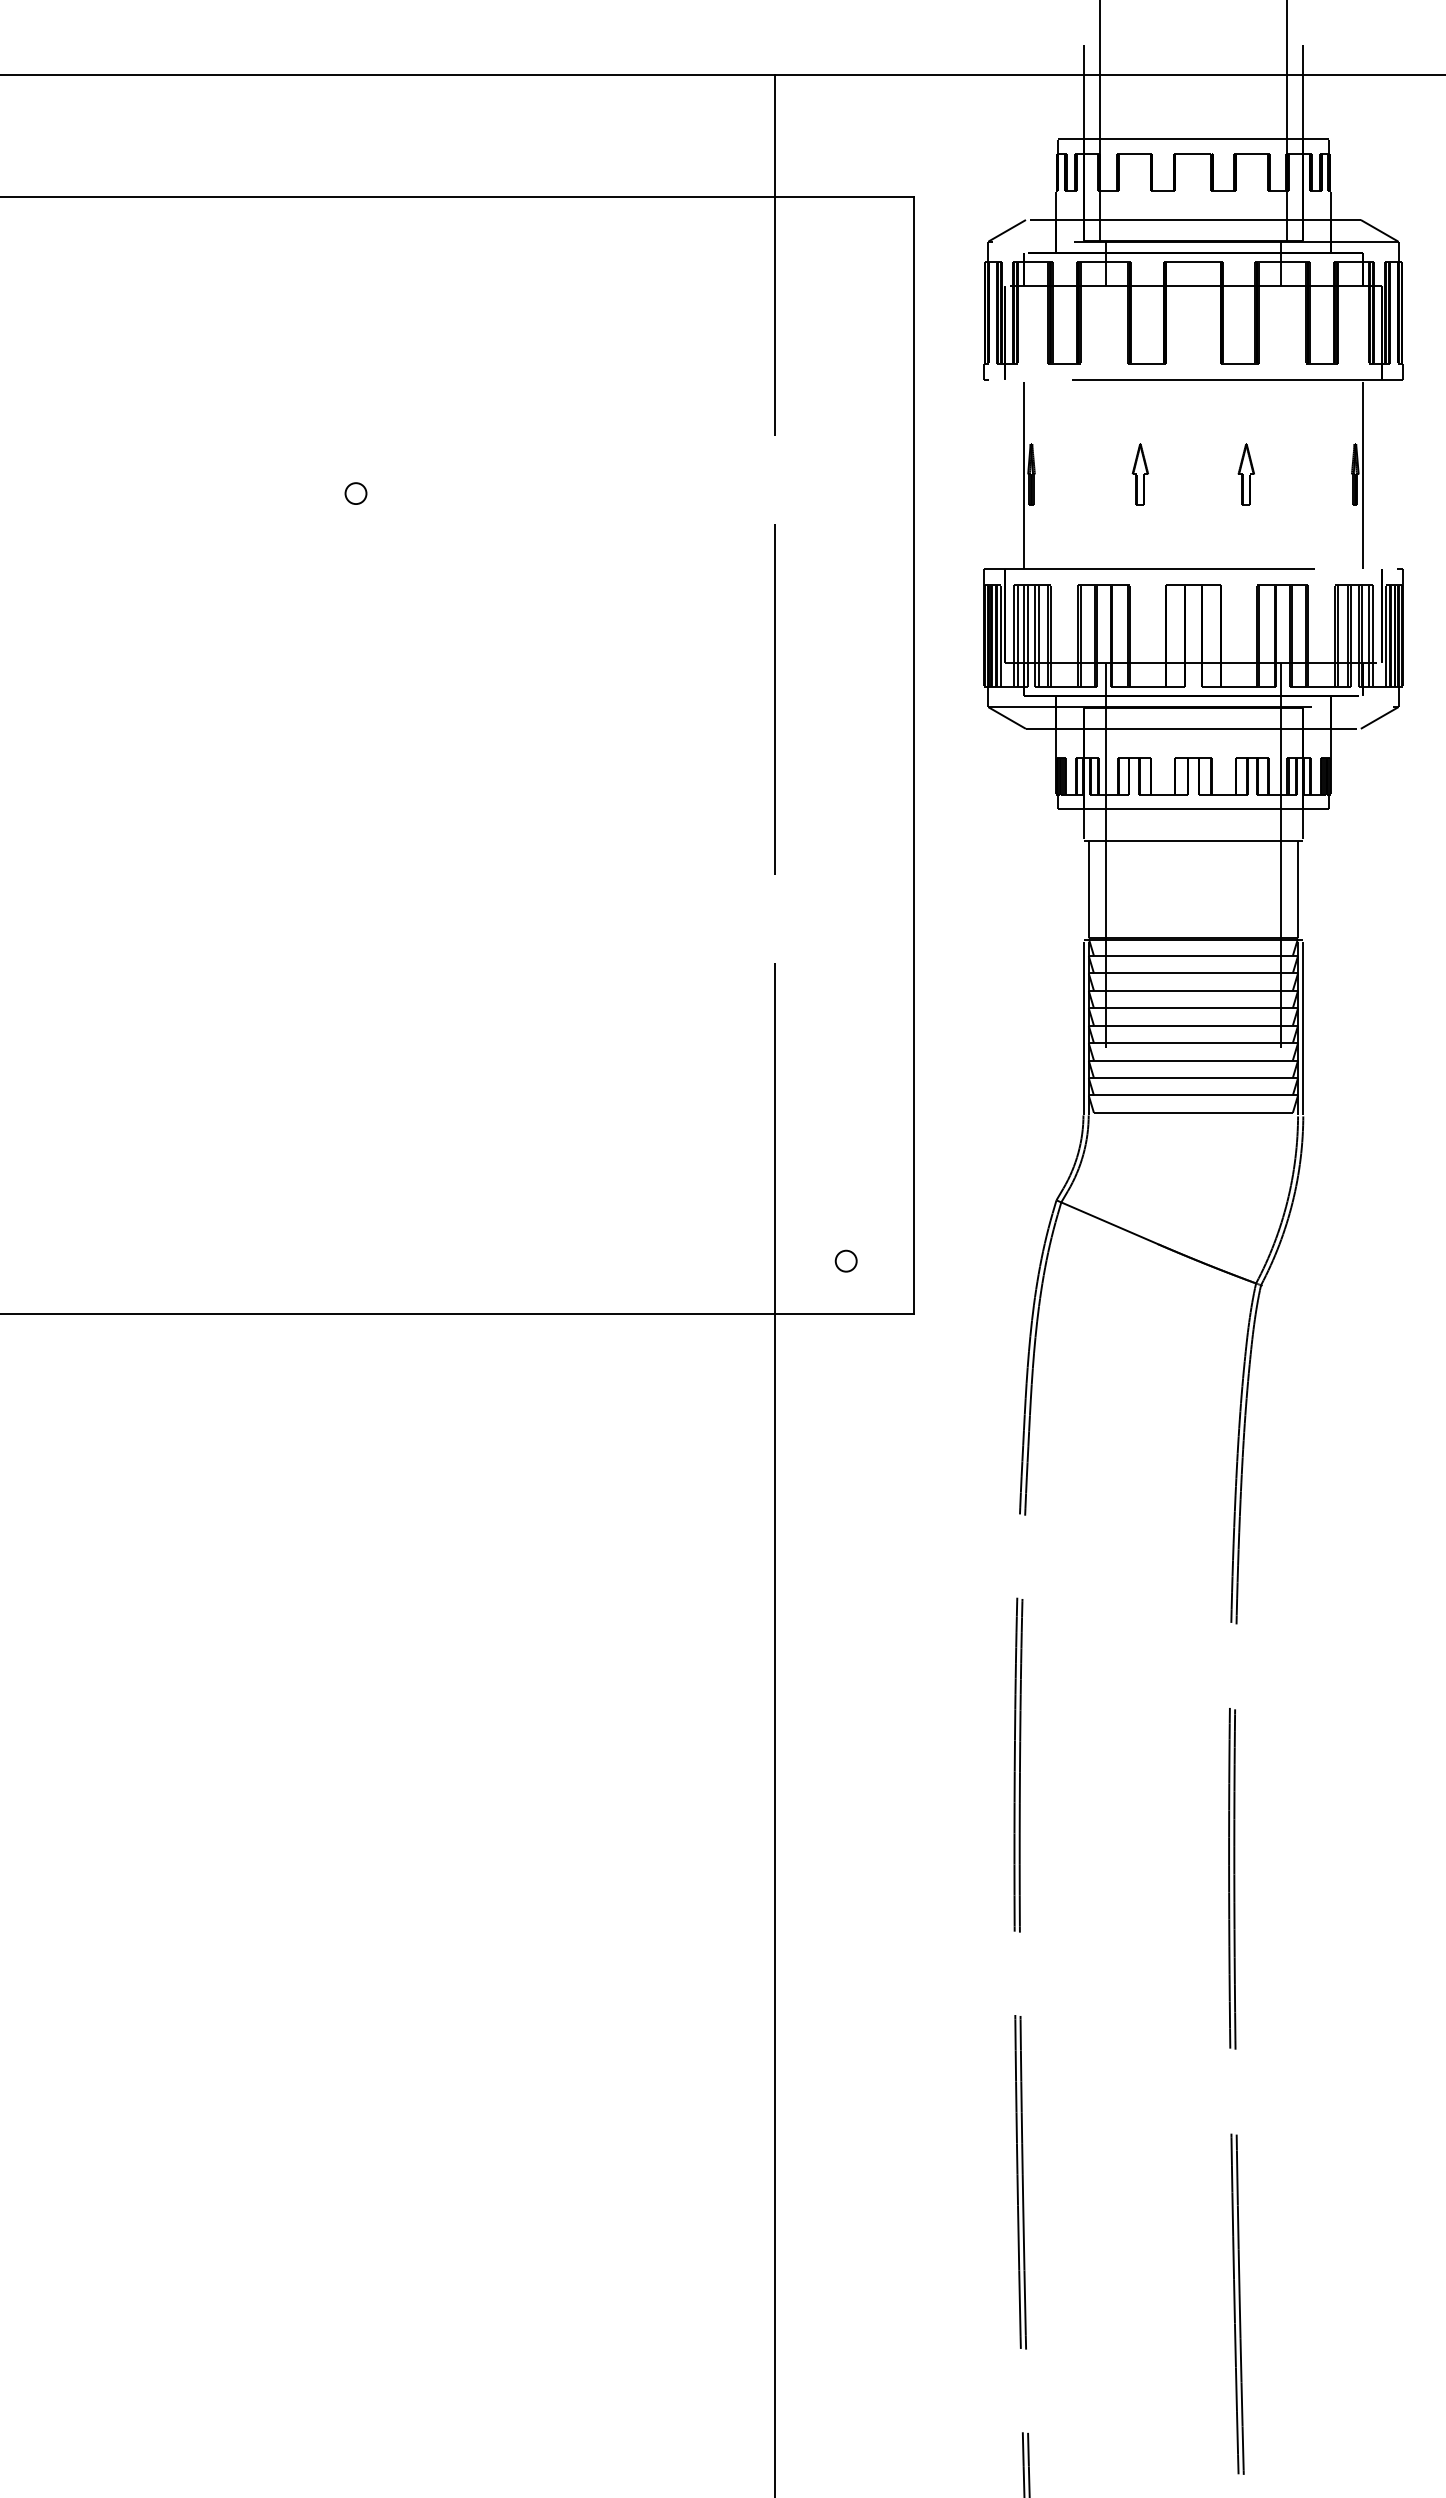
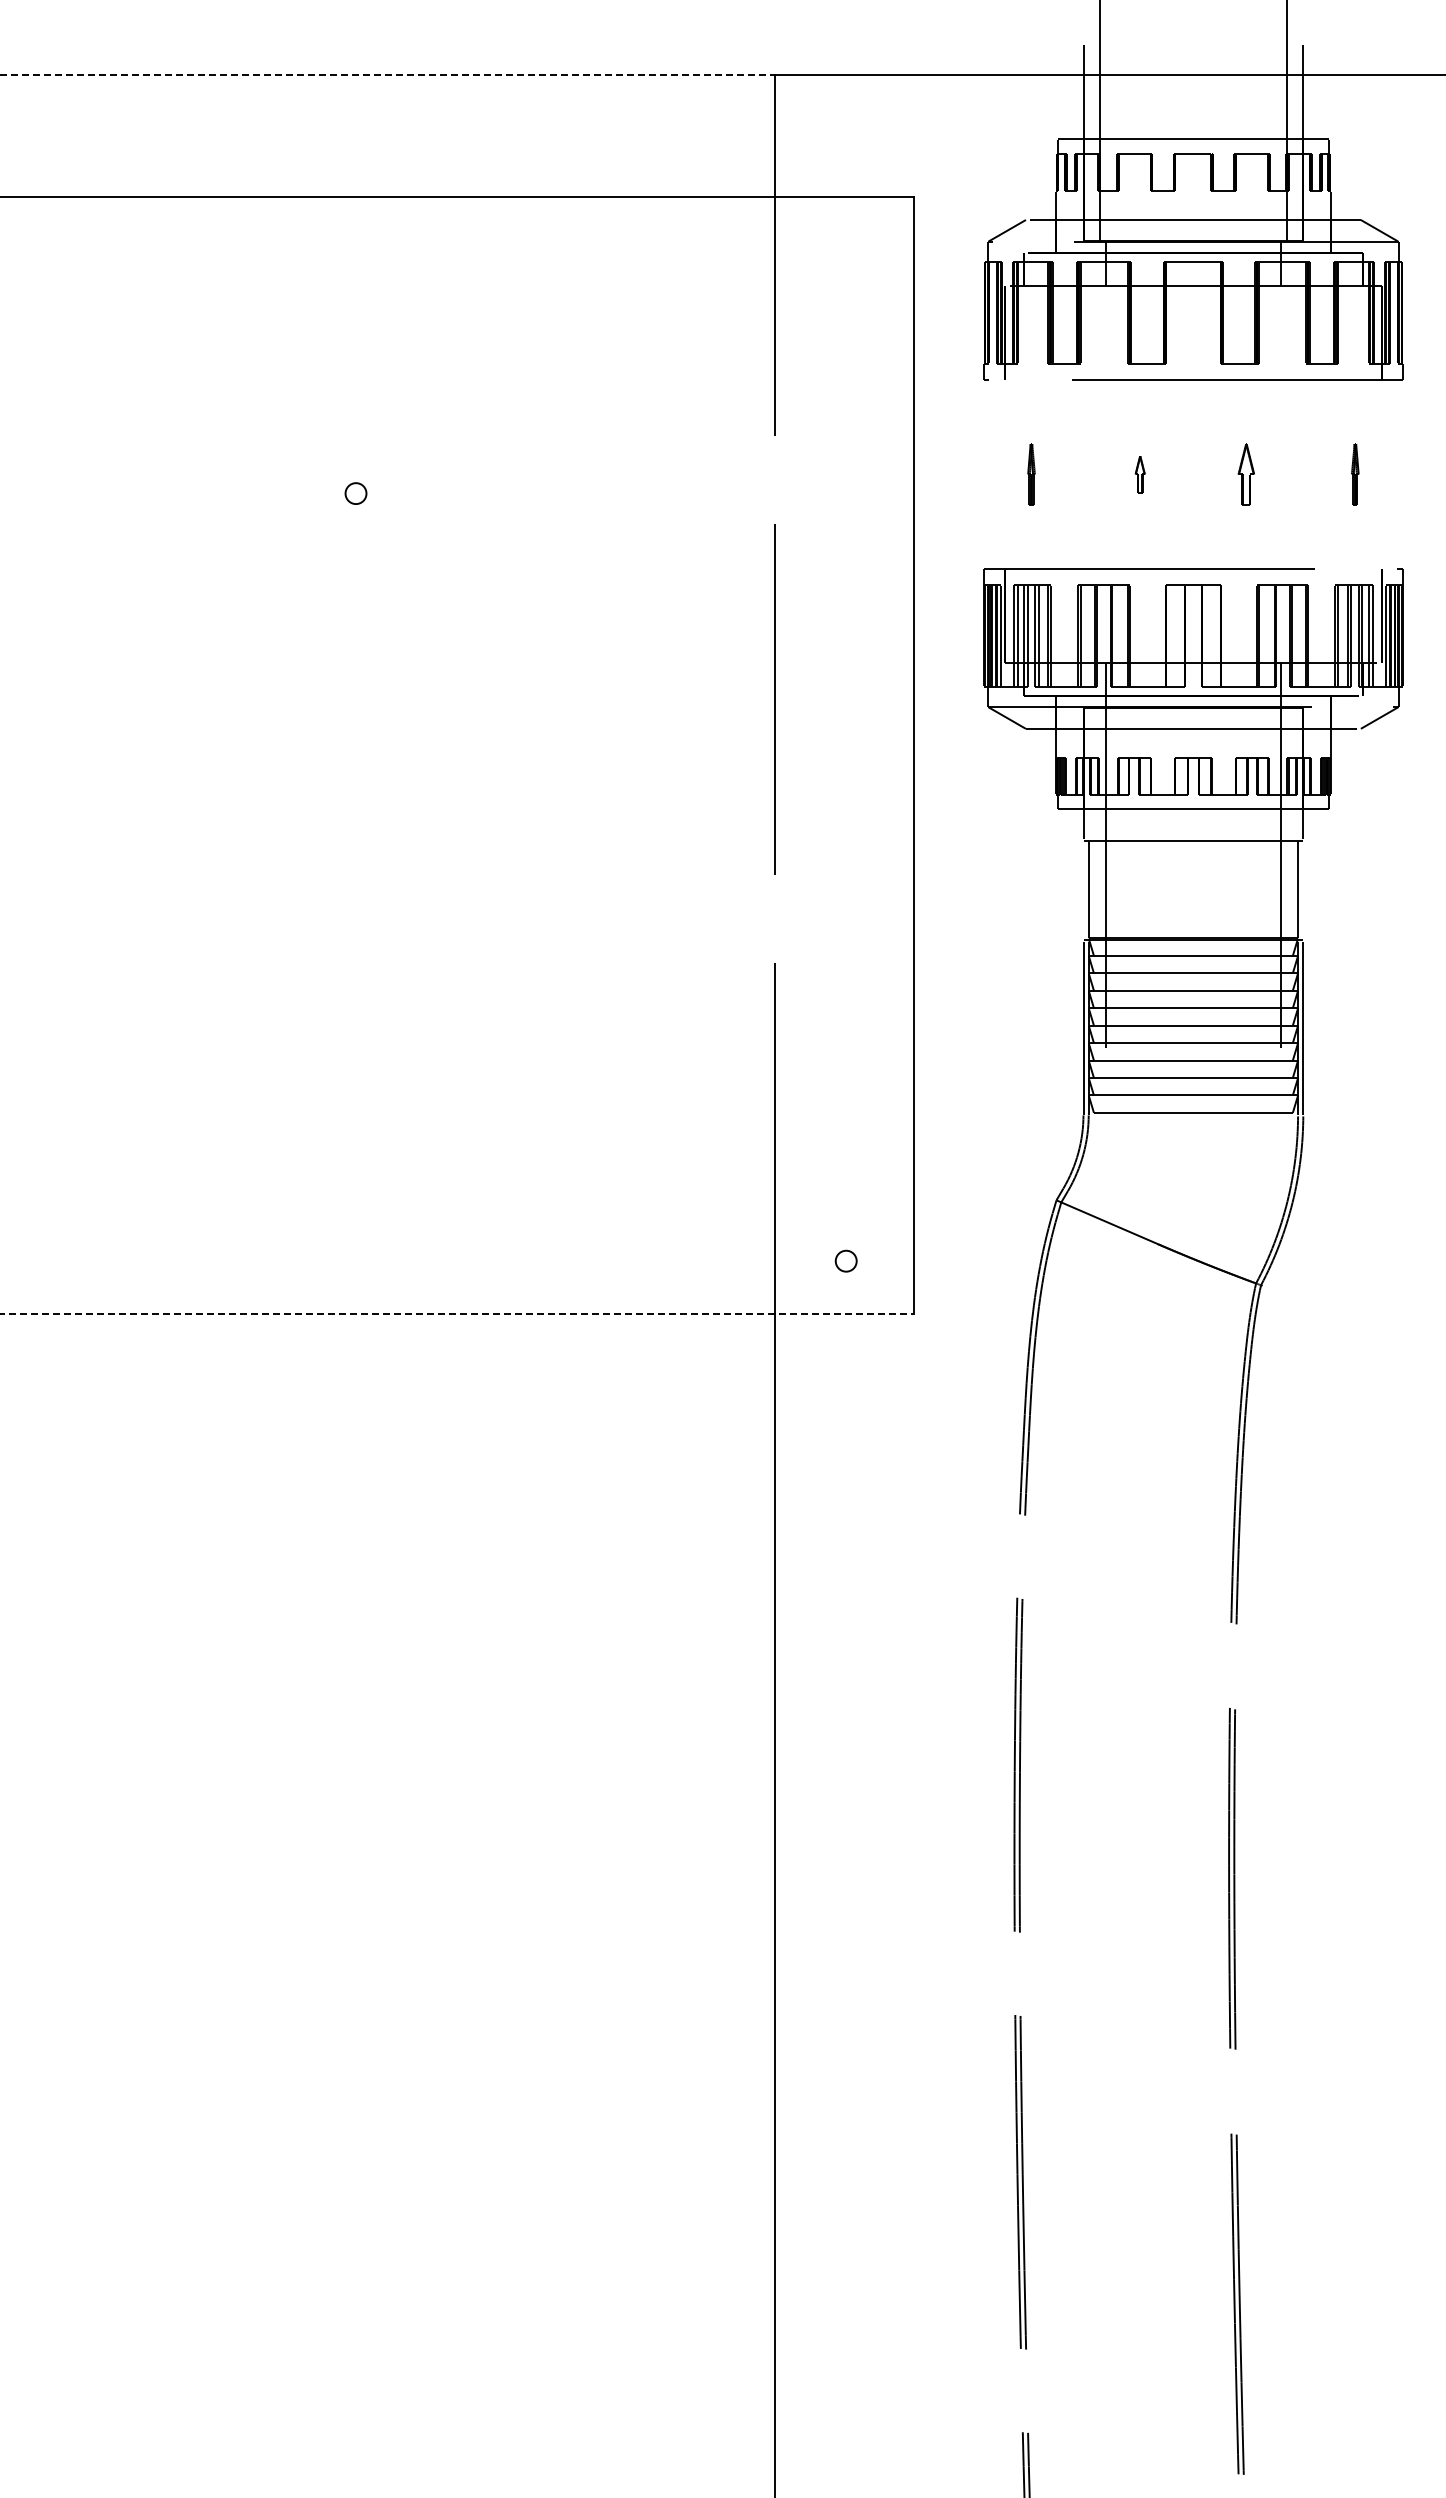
line at (387, 74): solid -> dashed
line at (1023, 474): present -> none
part at (1139, 474) size: 18x63 px -> 12x38 px
line at (1362, 474): present -> none
line at (457, 1313): solid -> dashed
